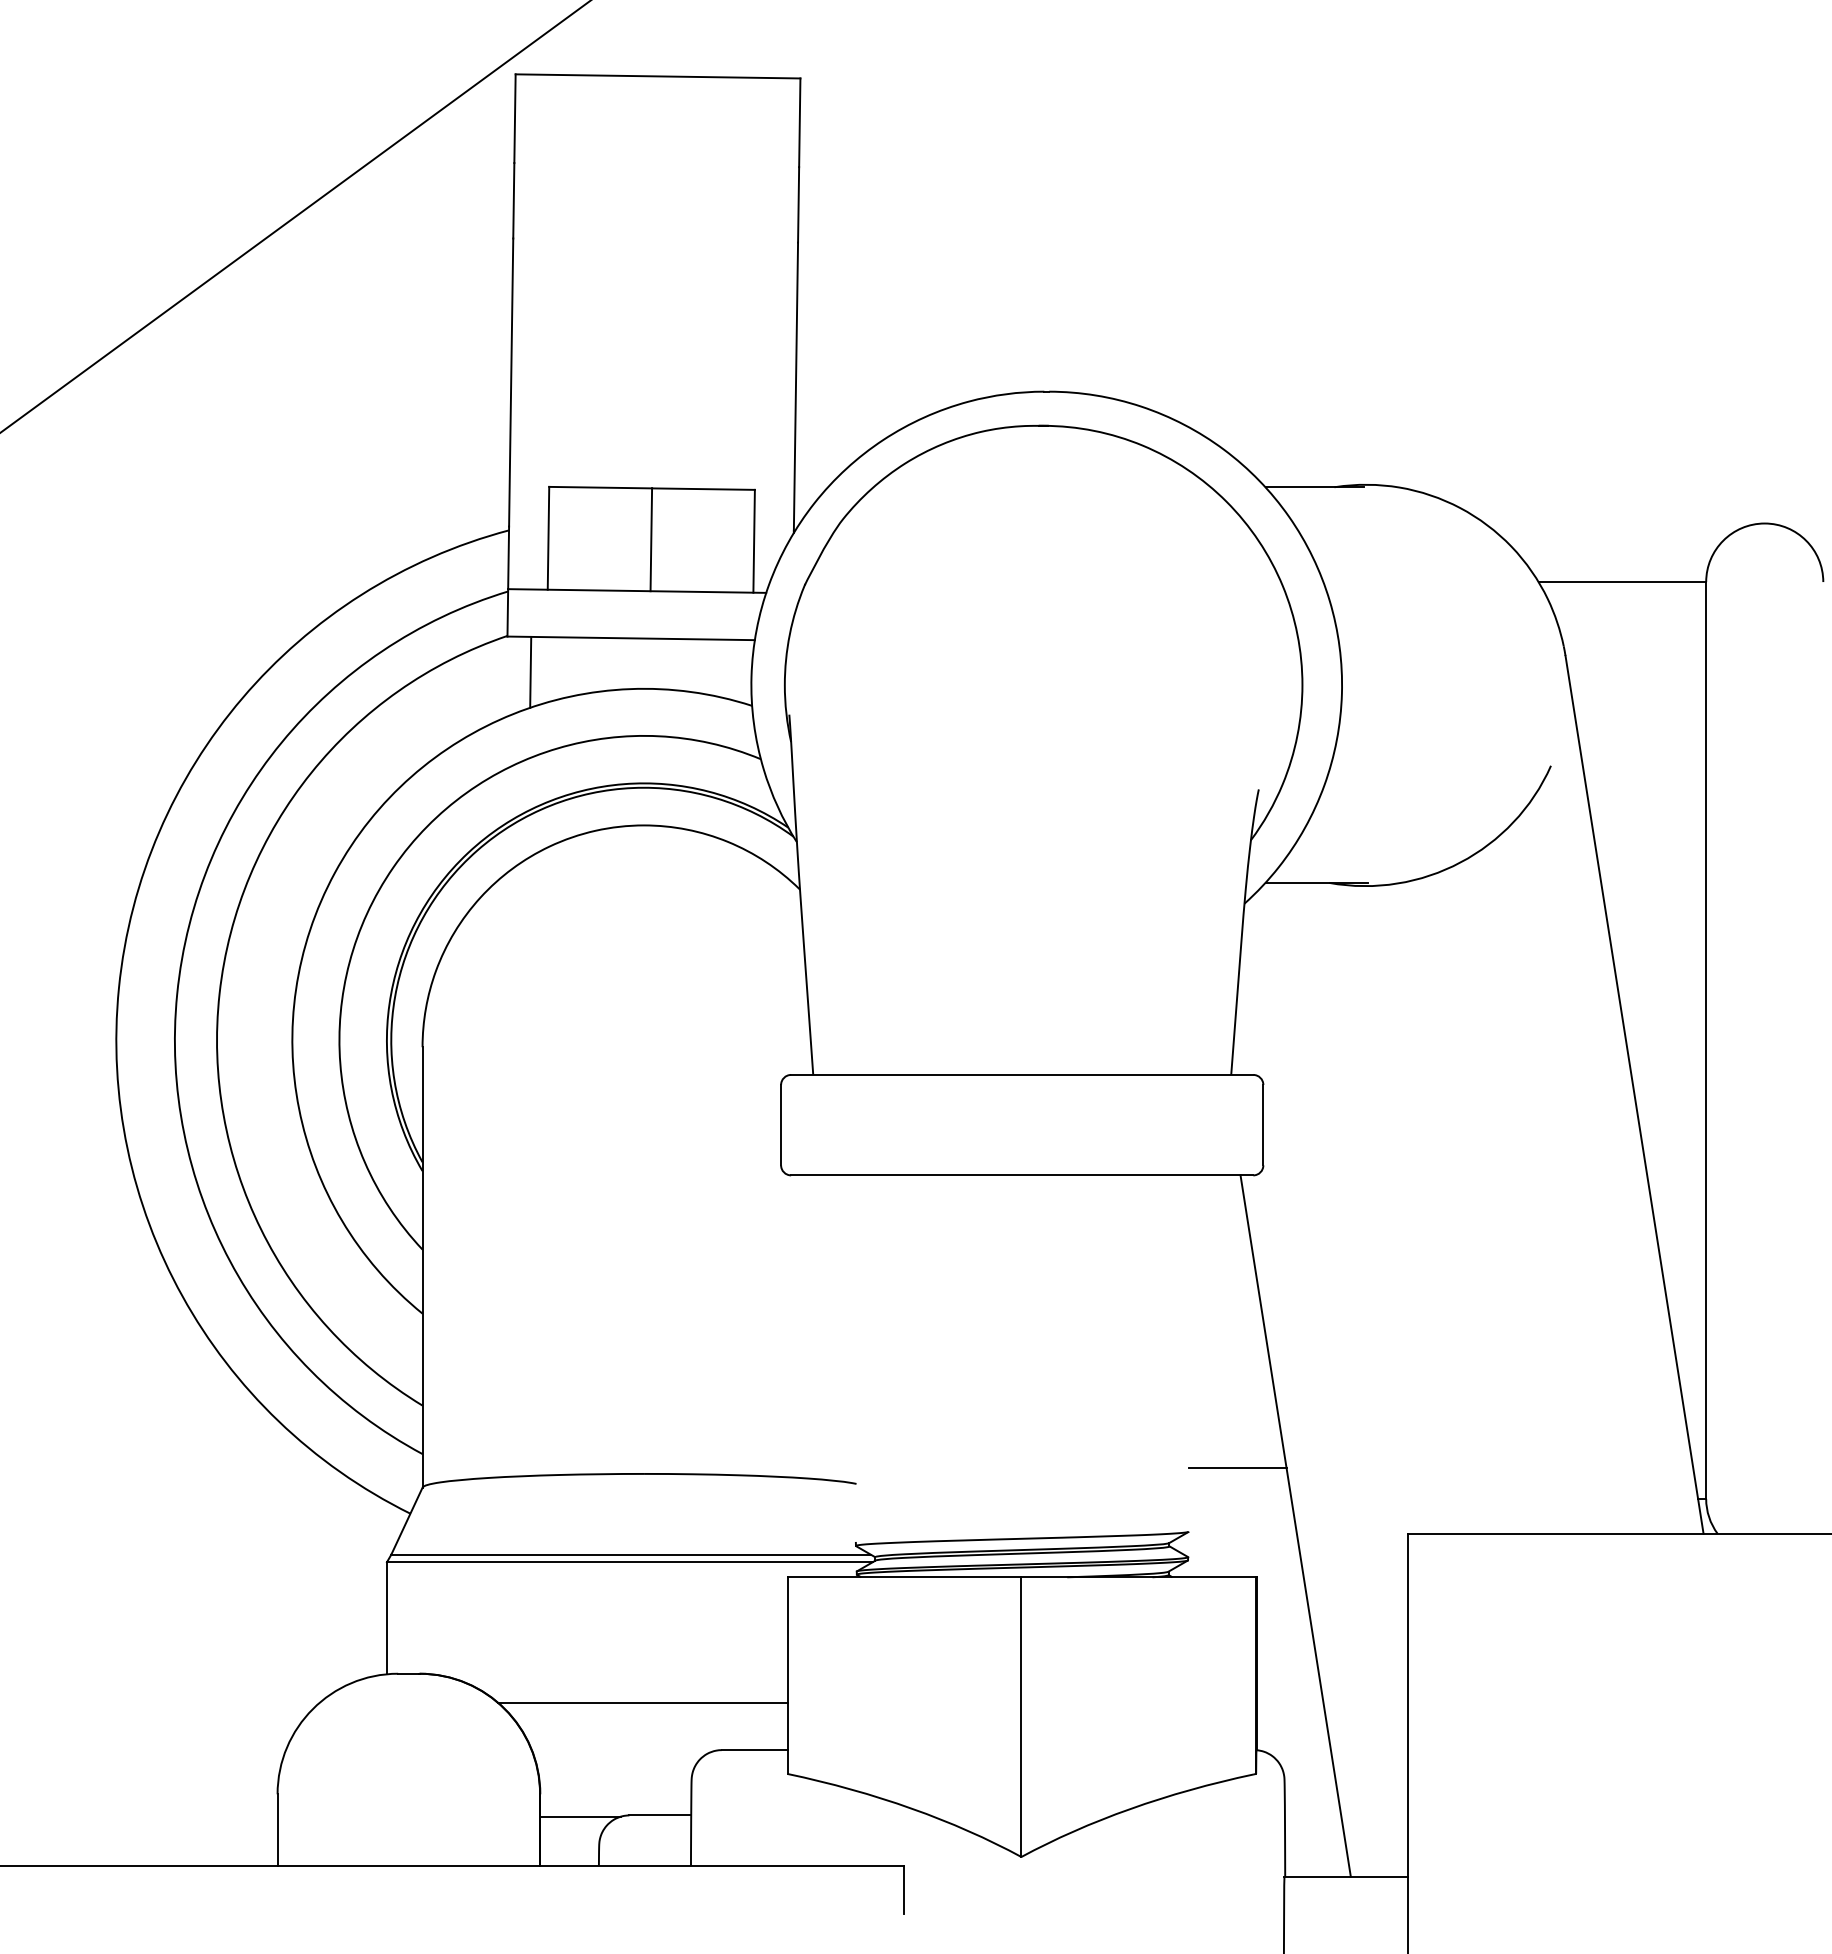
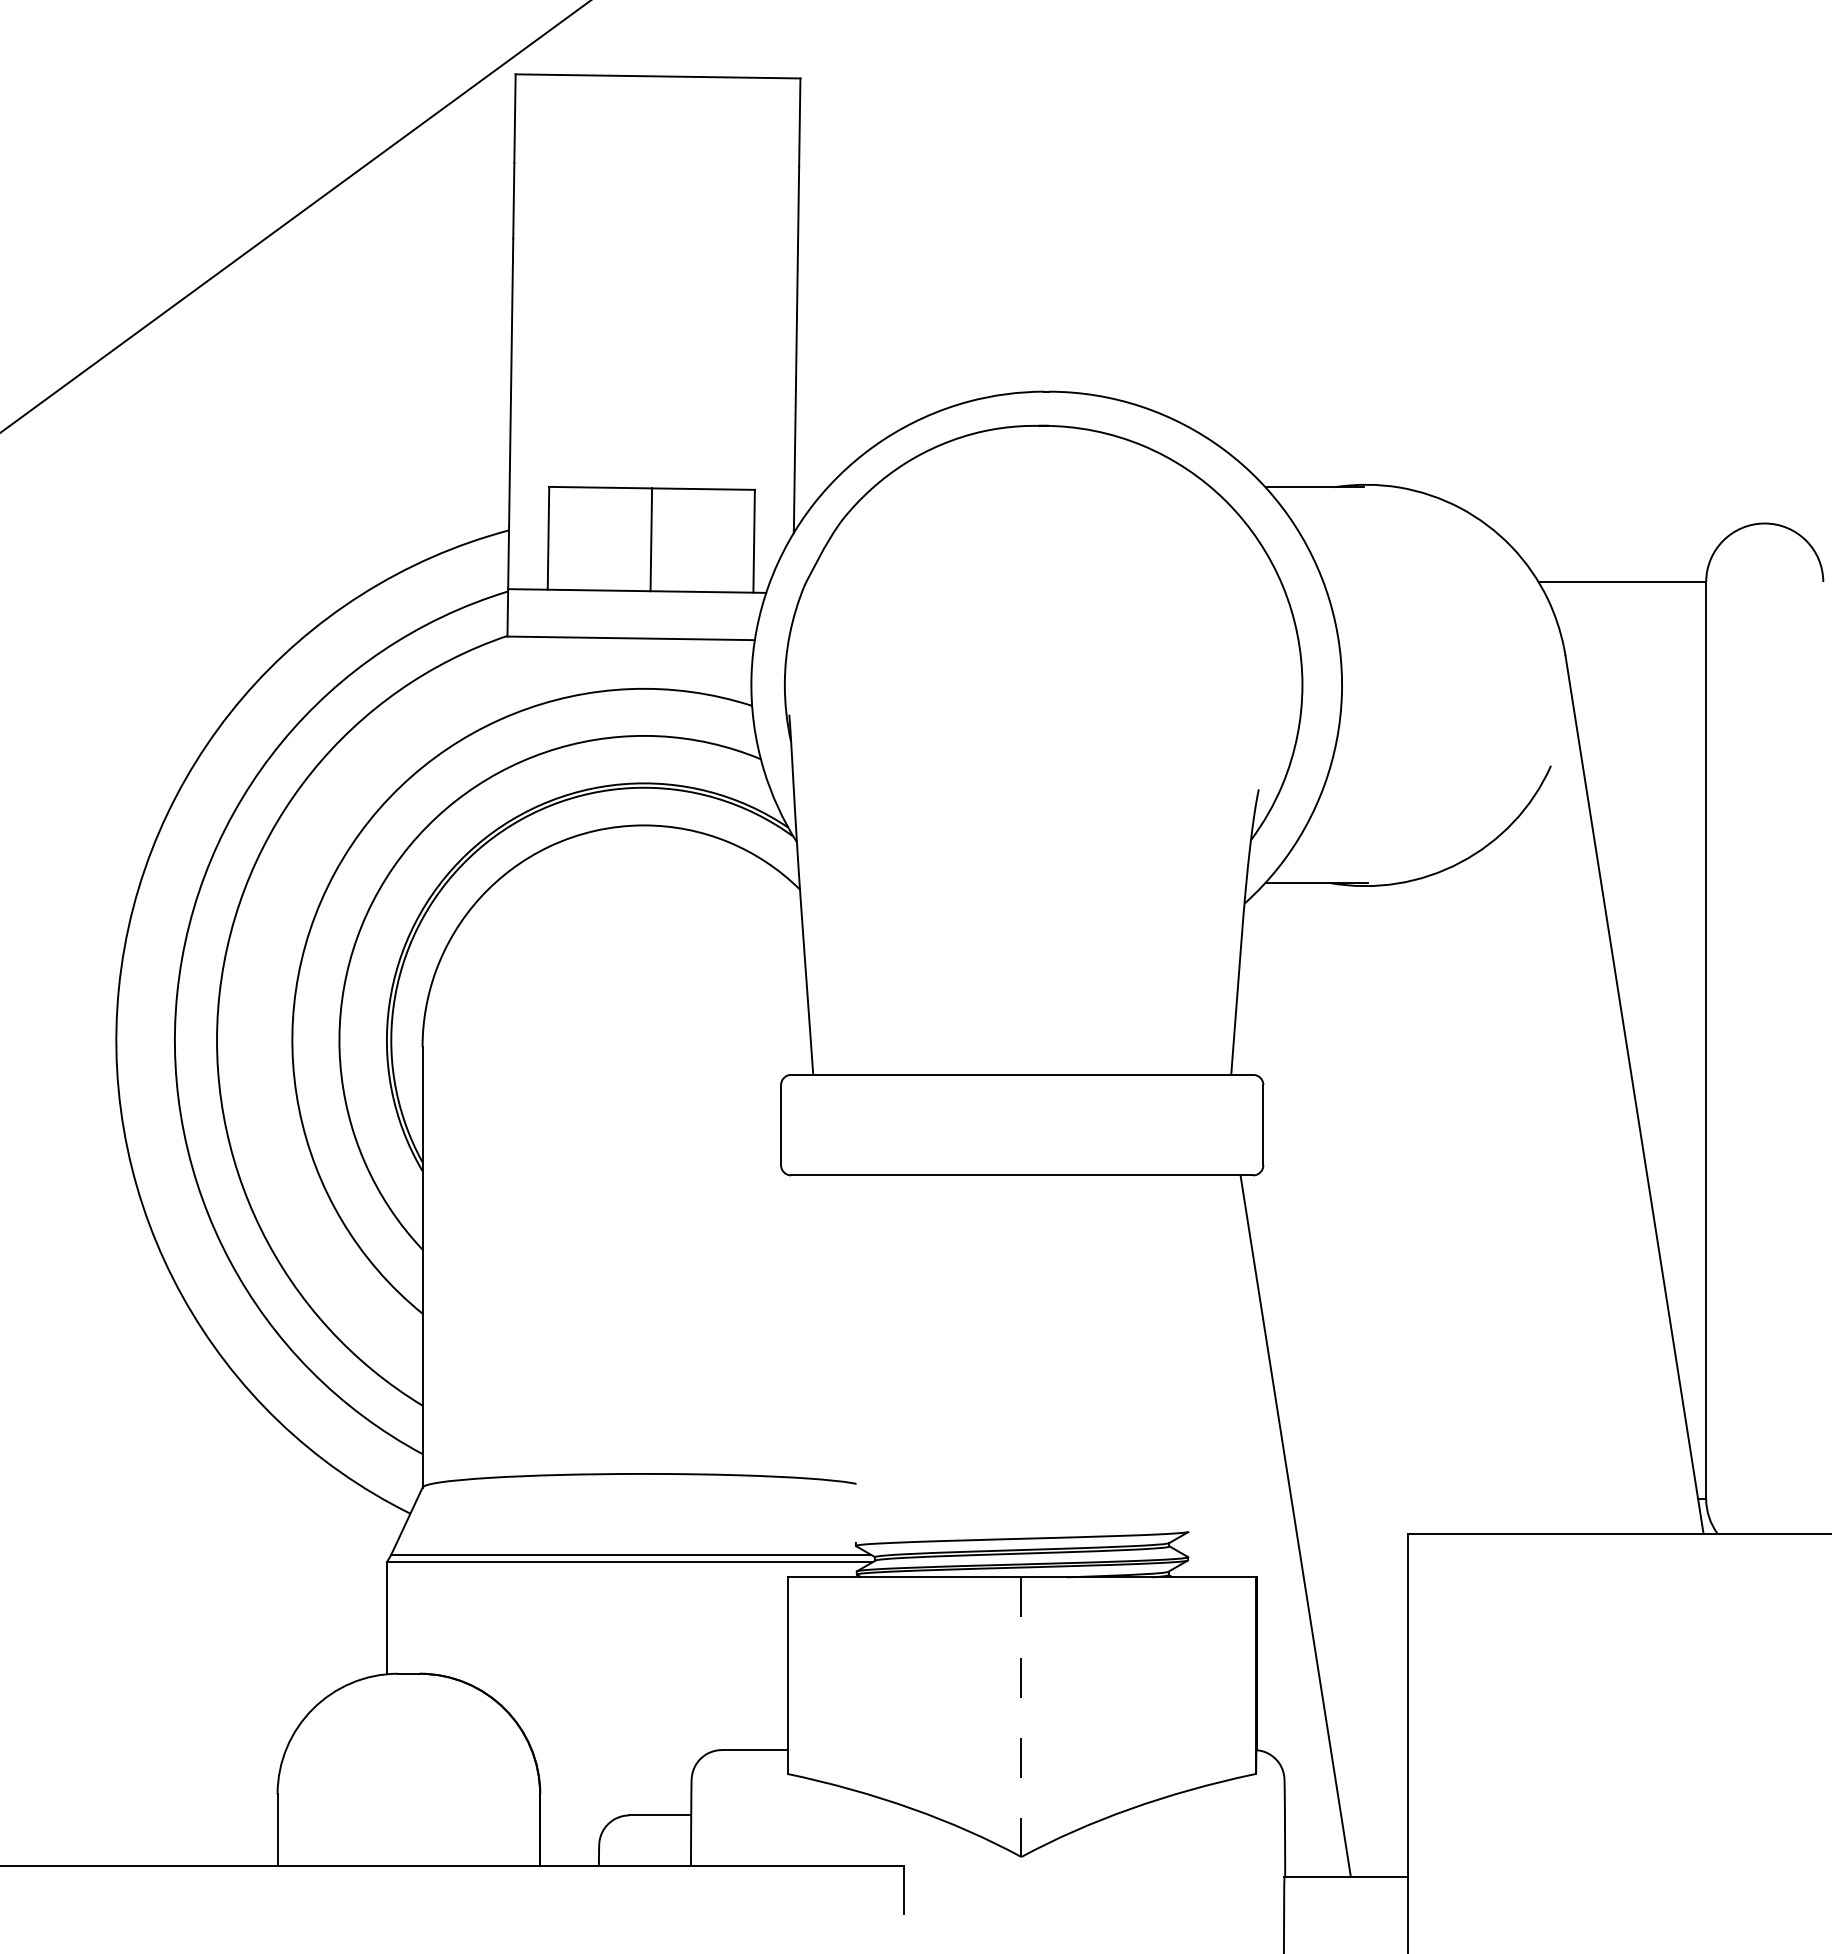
line at (530, 671): present -> none
line at (1237, 1467): present -> none
line at (642, 1702): present -> none
line at (1021, 1717): solid -> dashed
line at (580, 1816): present -> none
